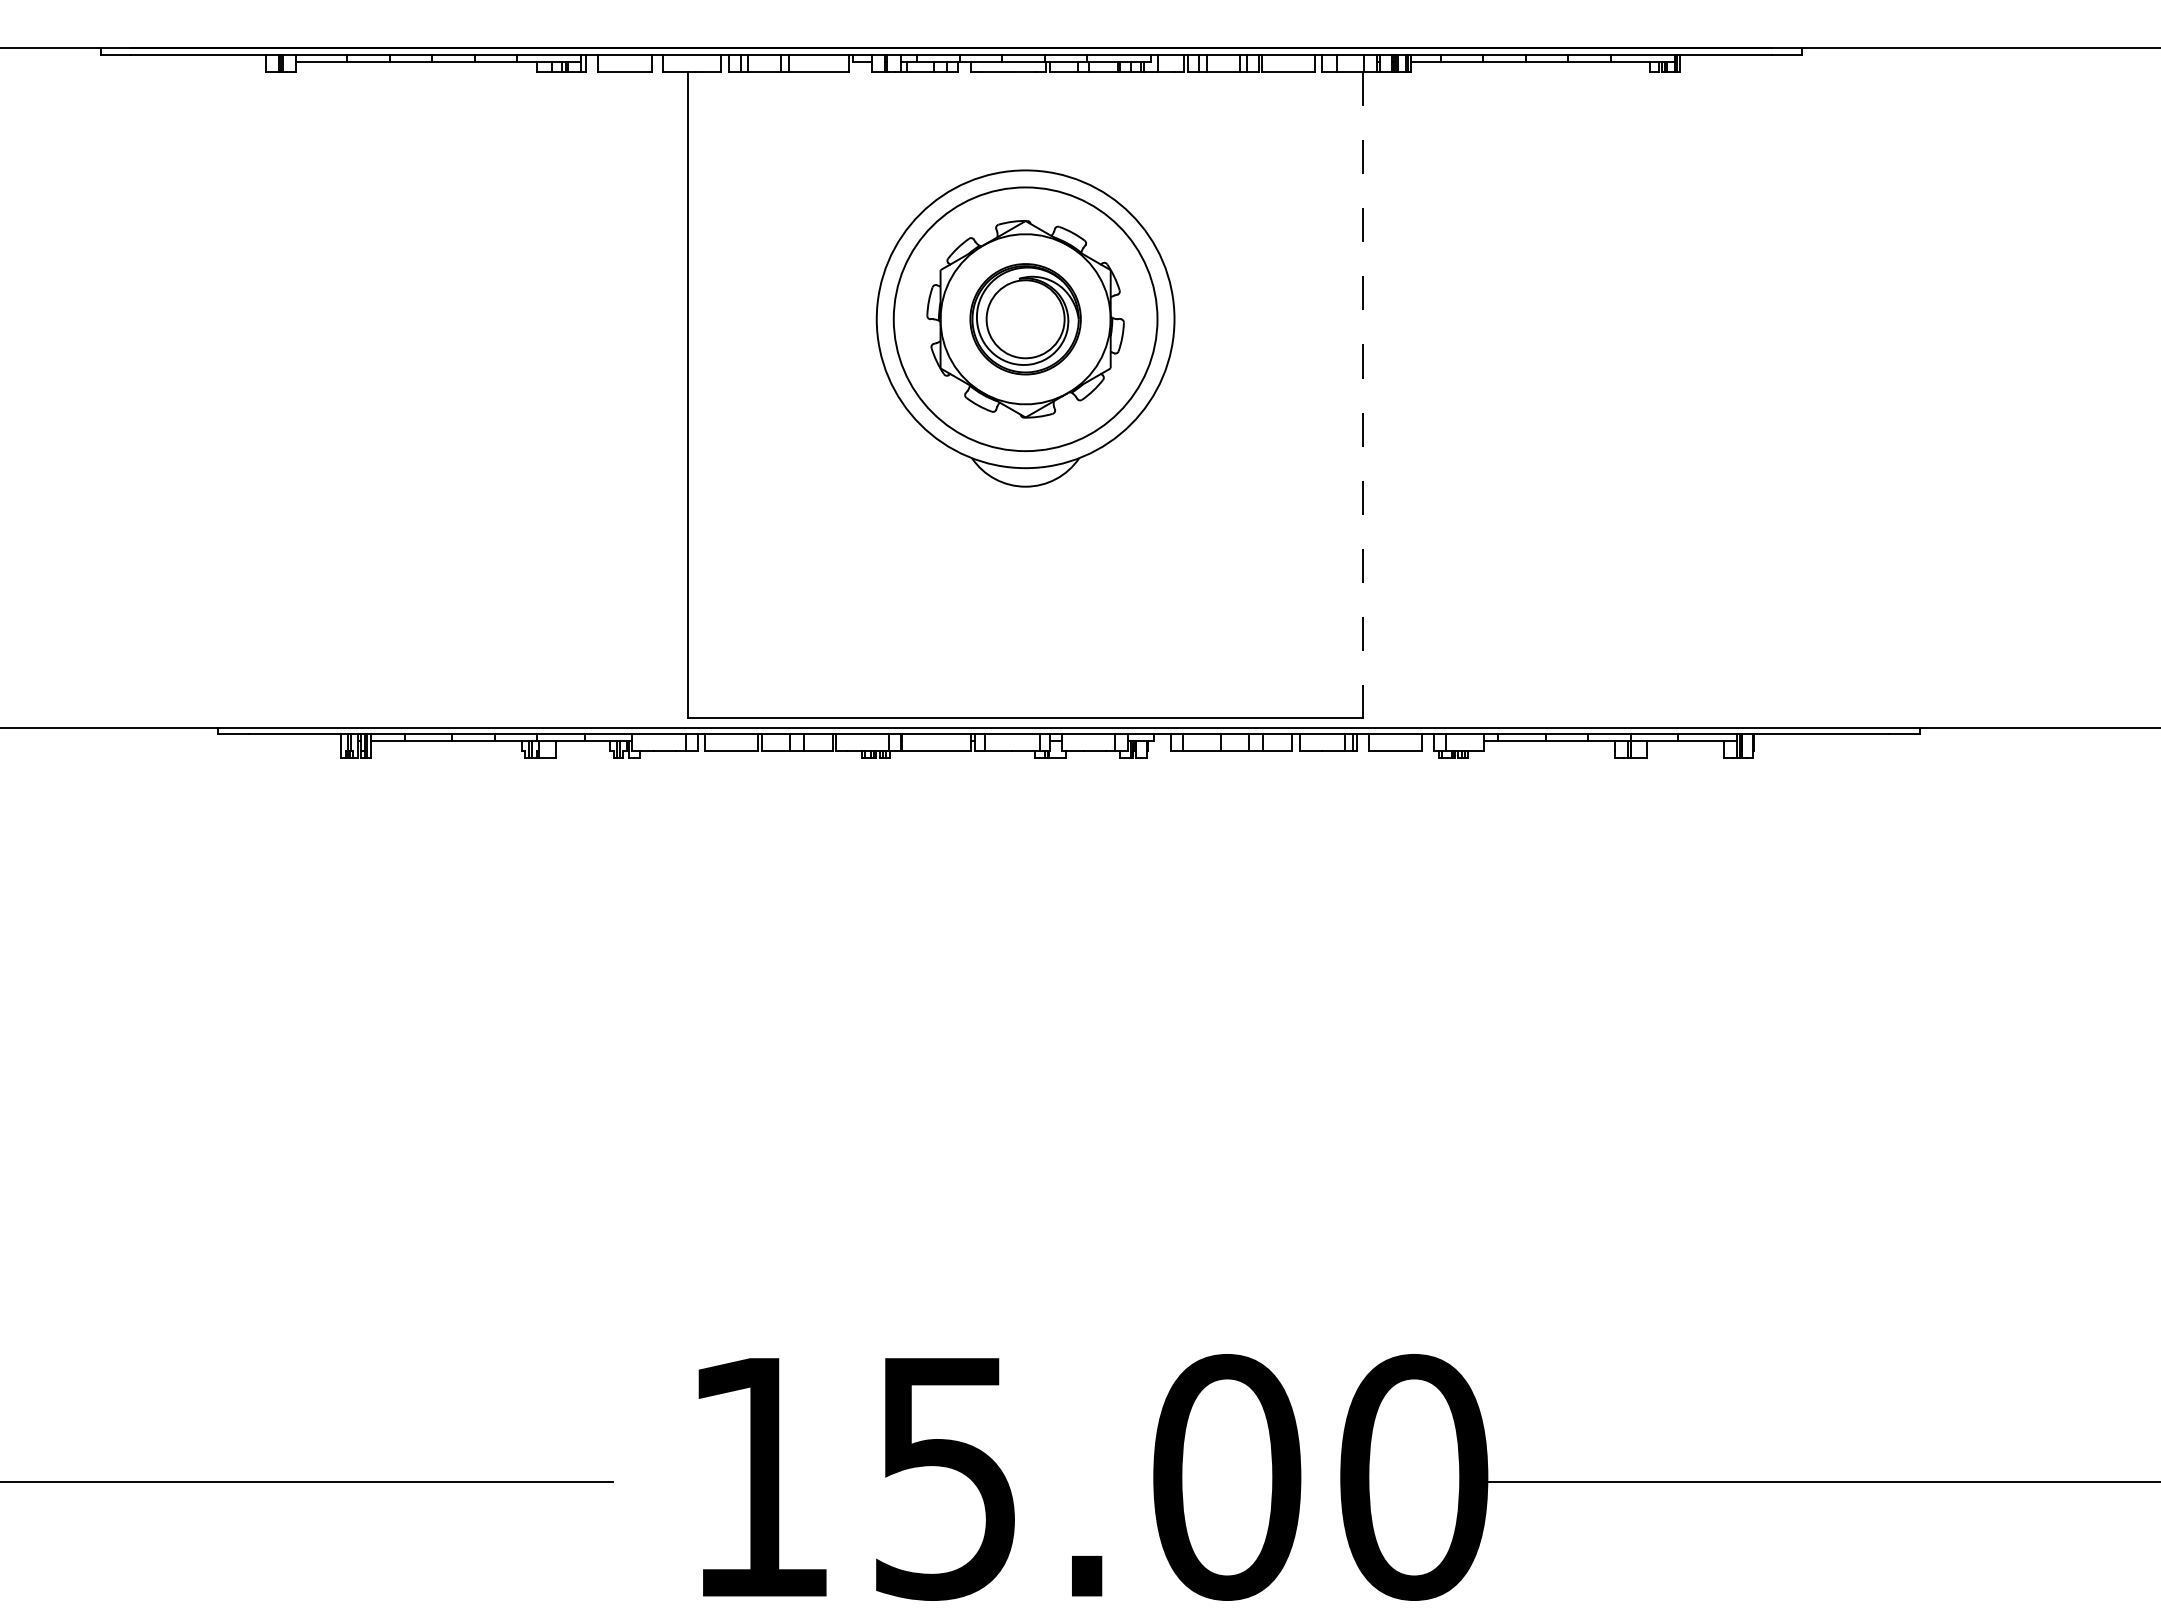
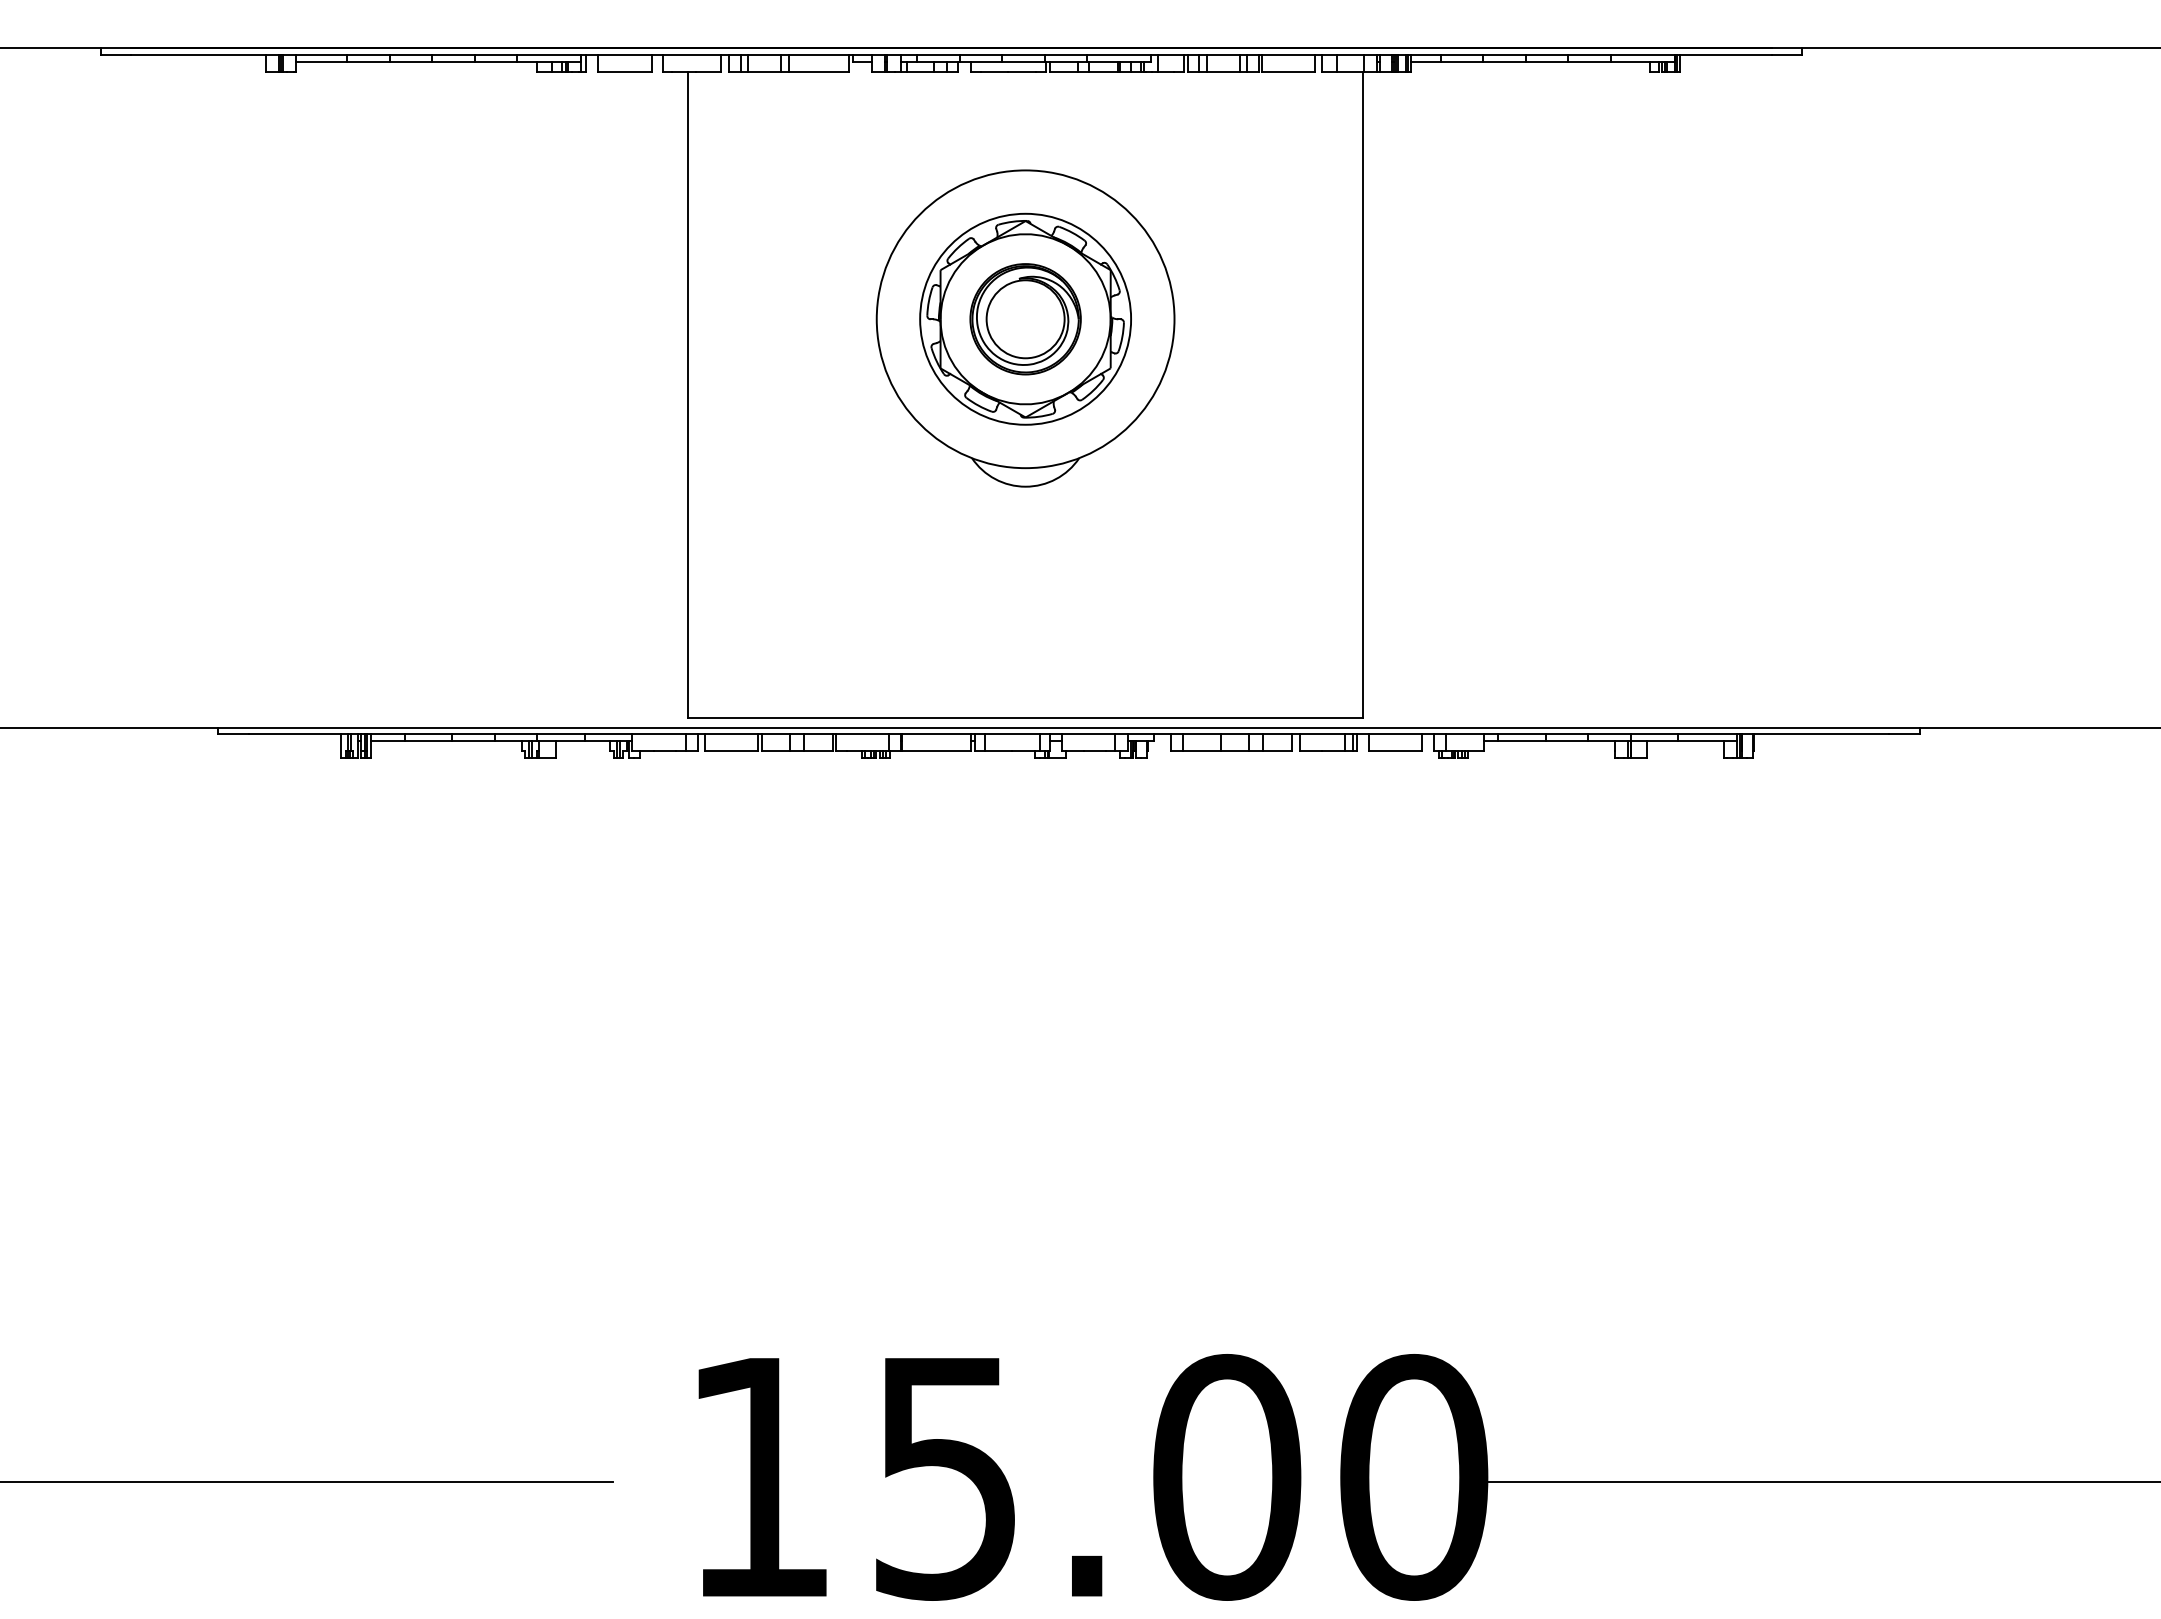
circle at (1025, 319) diameter: 264 px -> 211 px
line at (1363, 395): dashed -> solid
